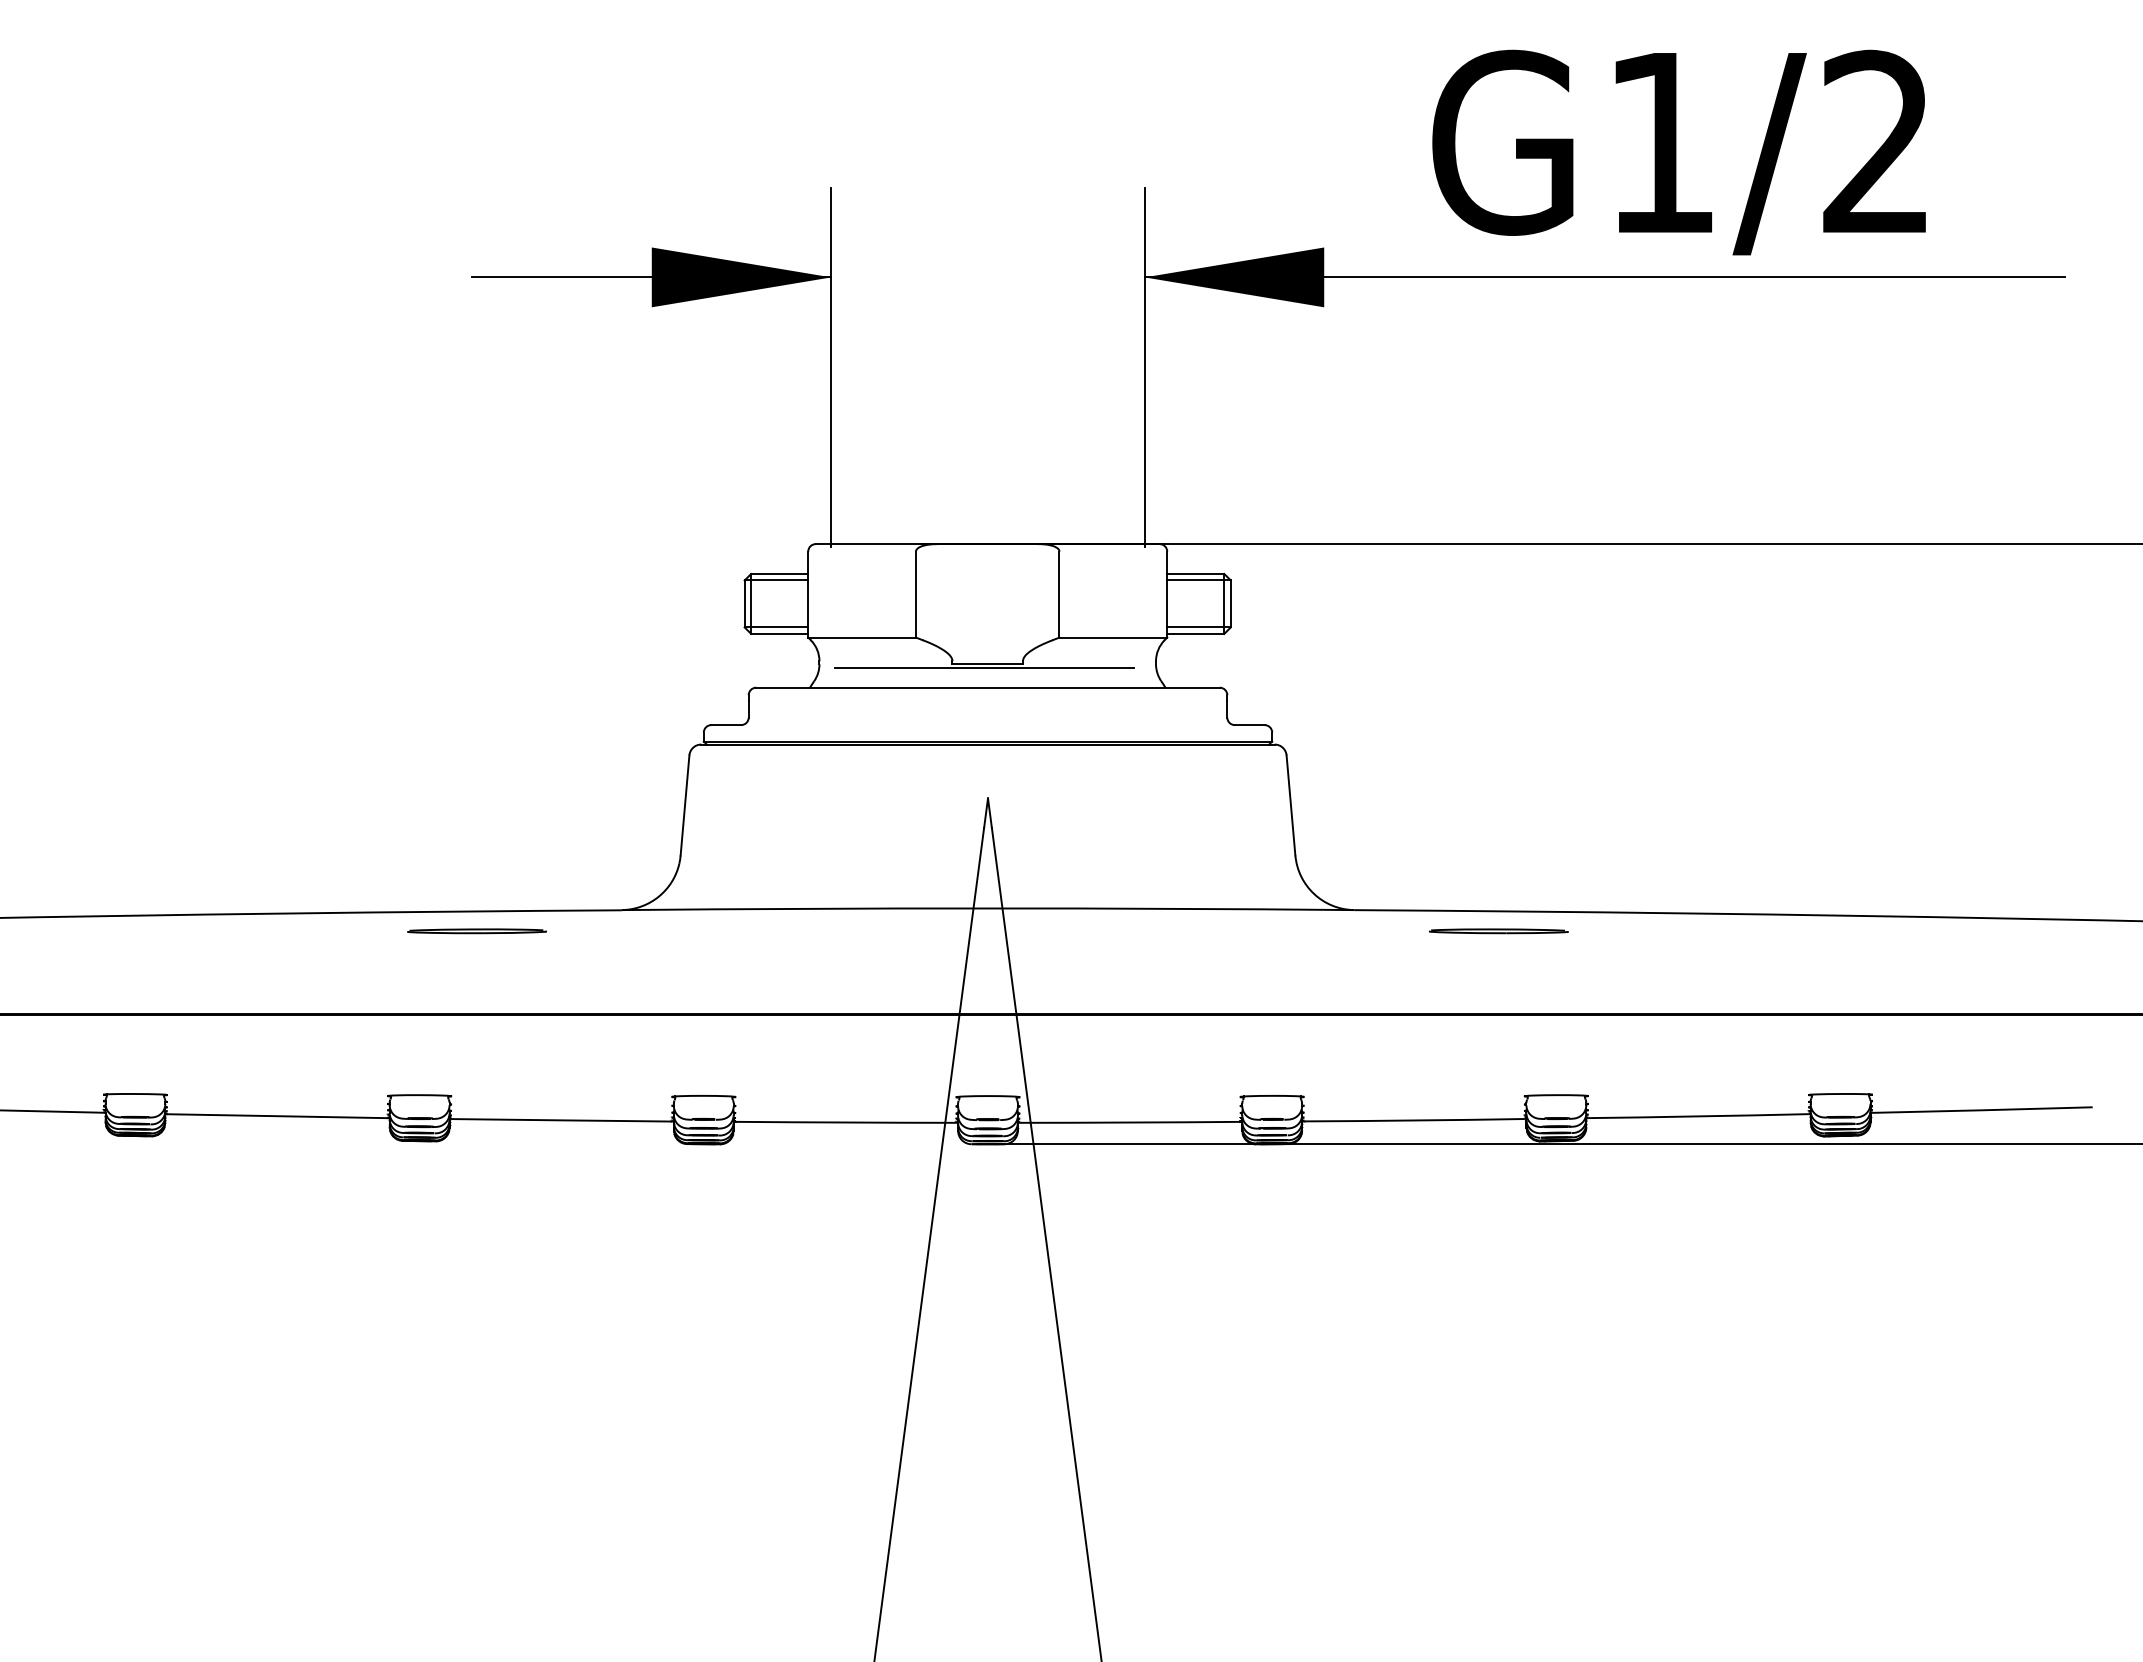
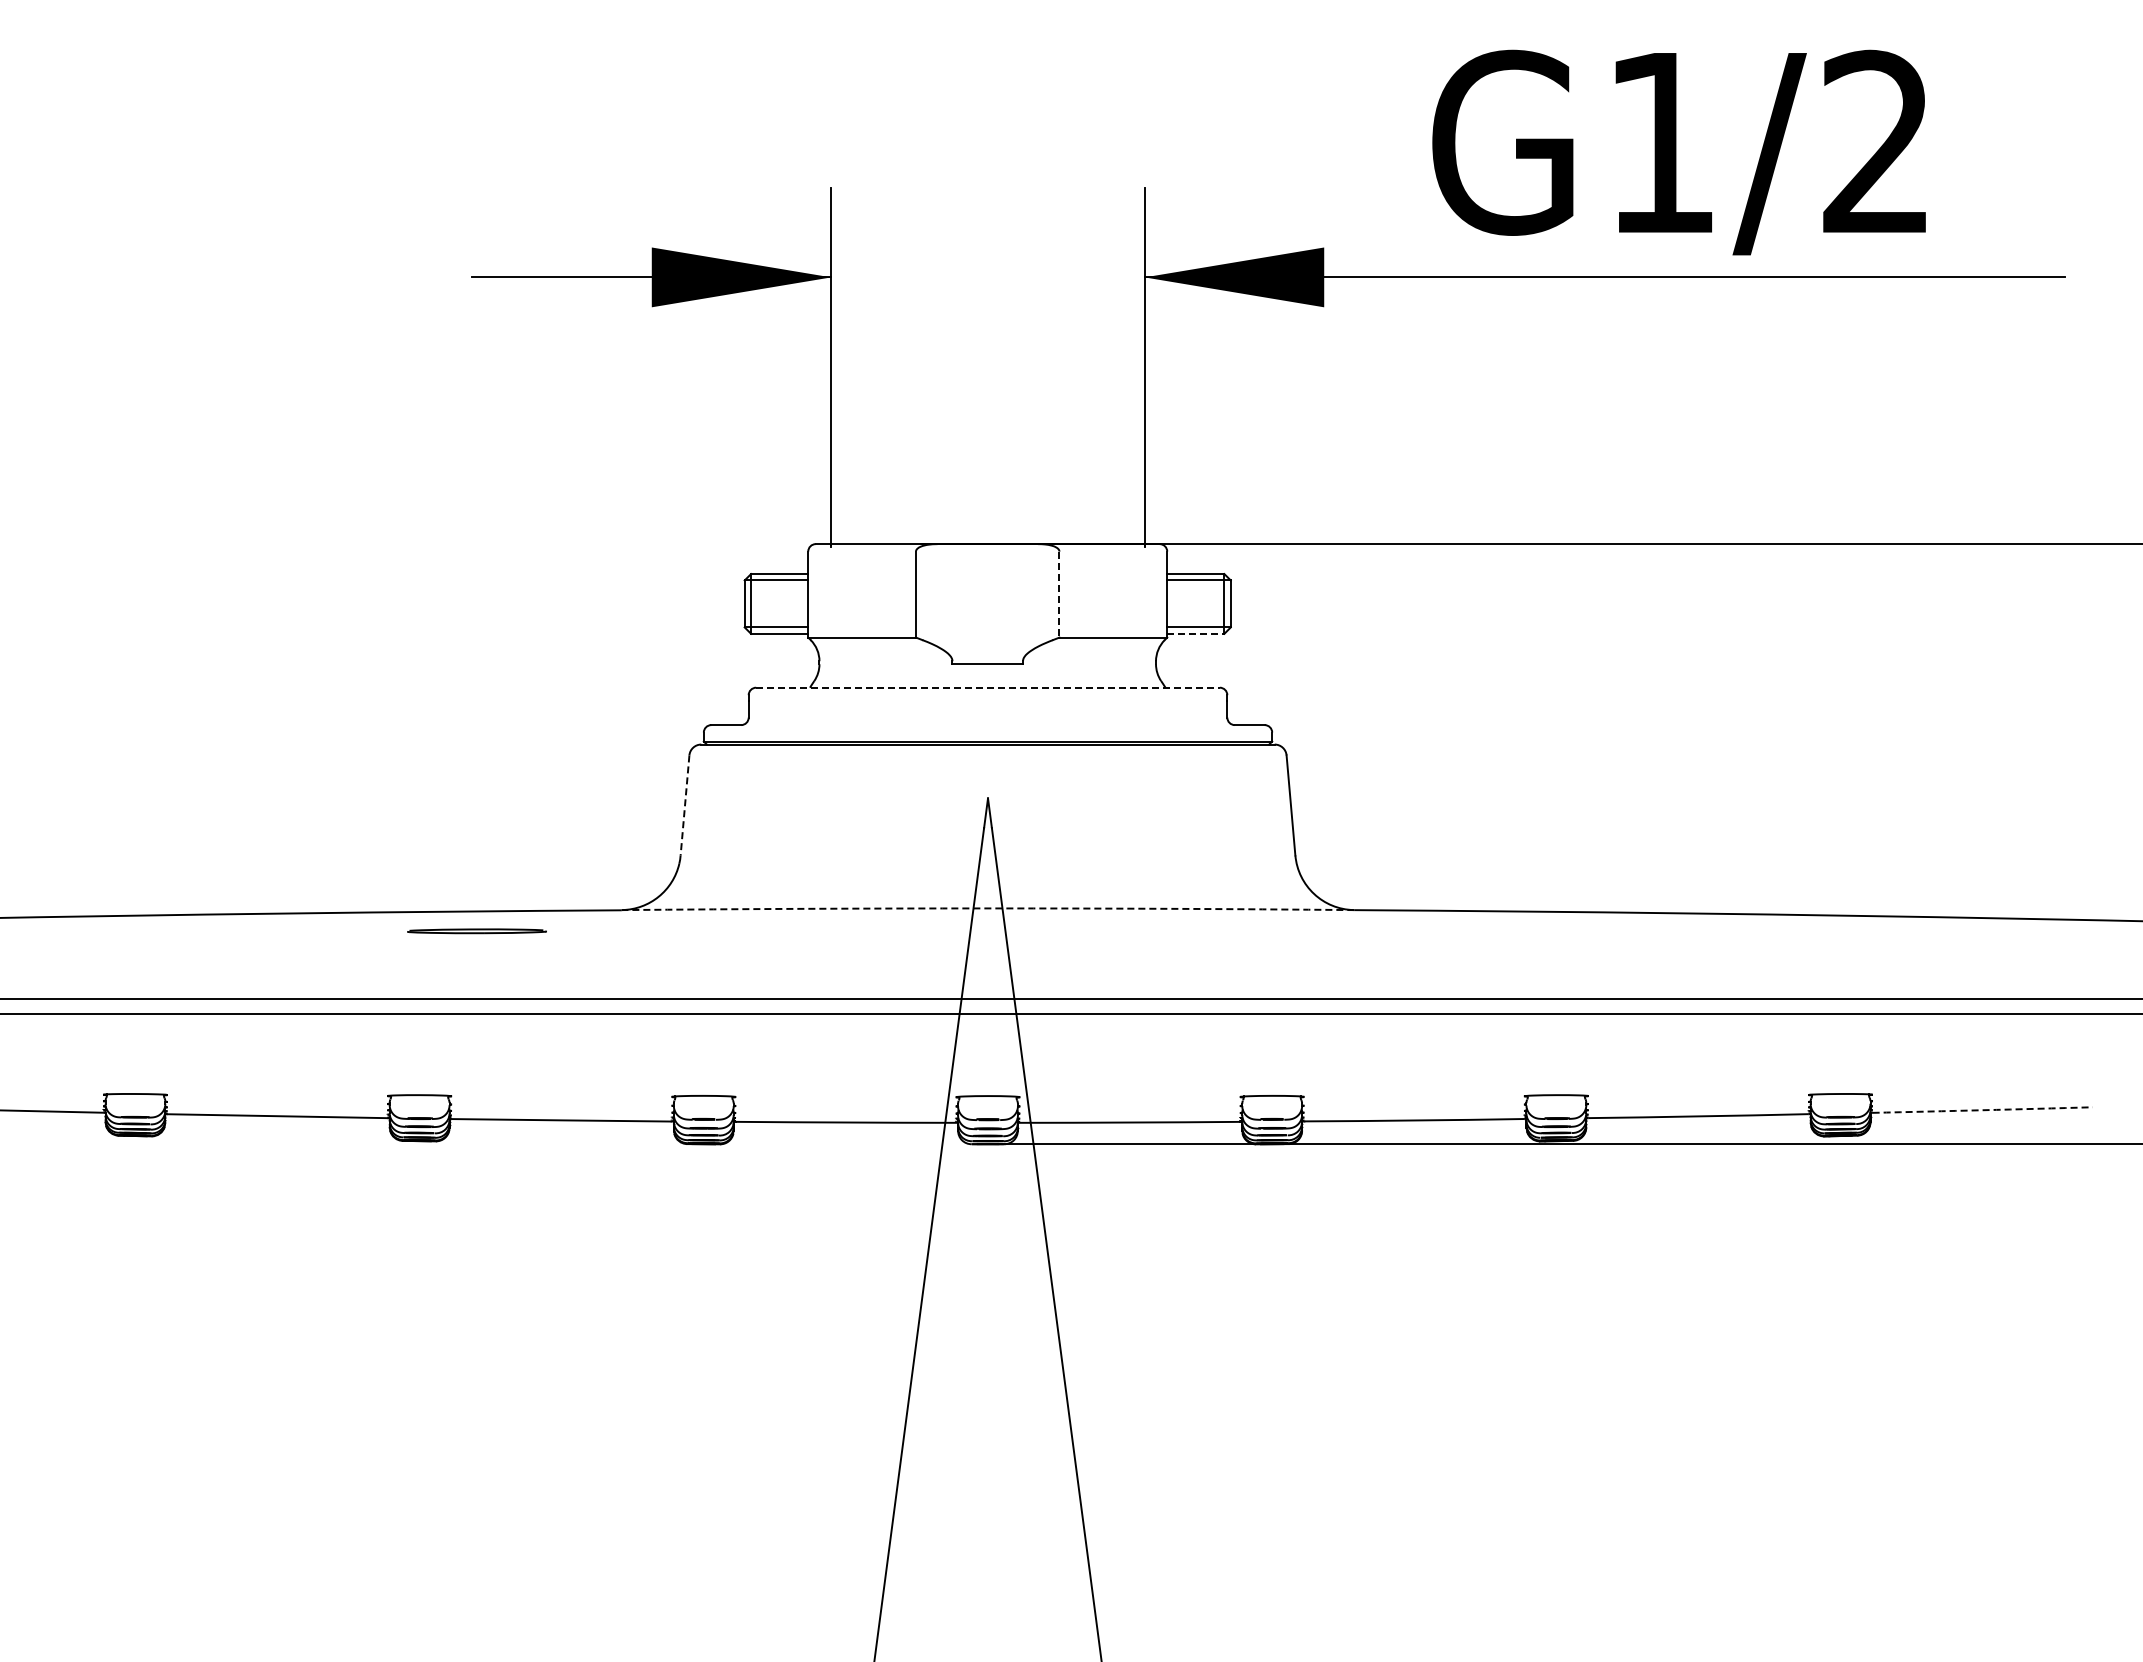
line at (1059, 595): solid -> dashed
line at (1195, 633): solid -> dashed
line at (983, 667): present -> none
line at (988, 687): solid -> dashed
line at (684, 805): solid -> dashed
arc at (987, 908): solid -> dashed
part at (1498, 931): present -> none
line at (1070, 1015) position: (1070, 1015) -> (1070, 999)
arc at (1982, 1110): solid -> dashed
